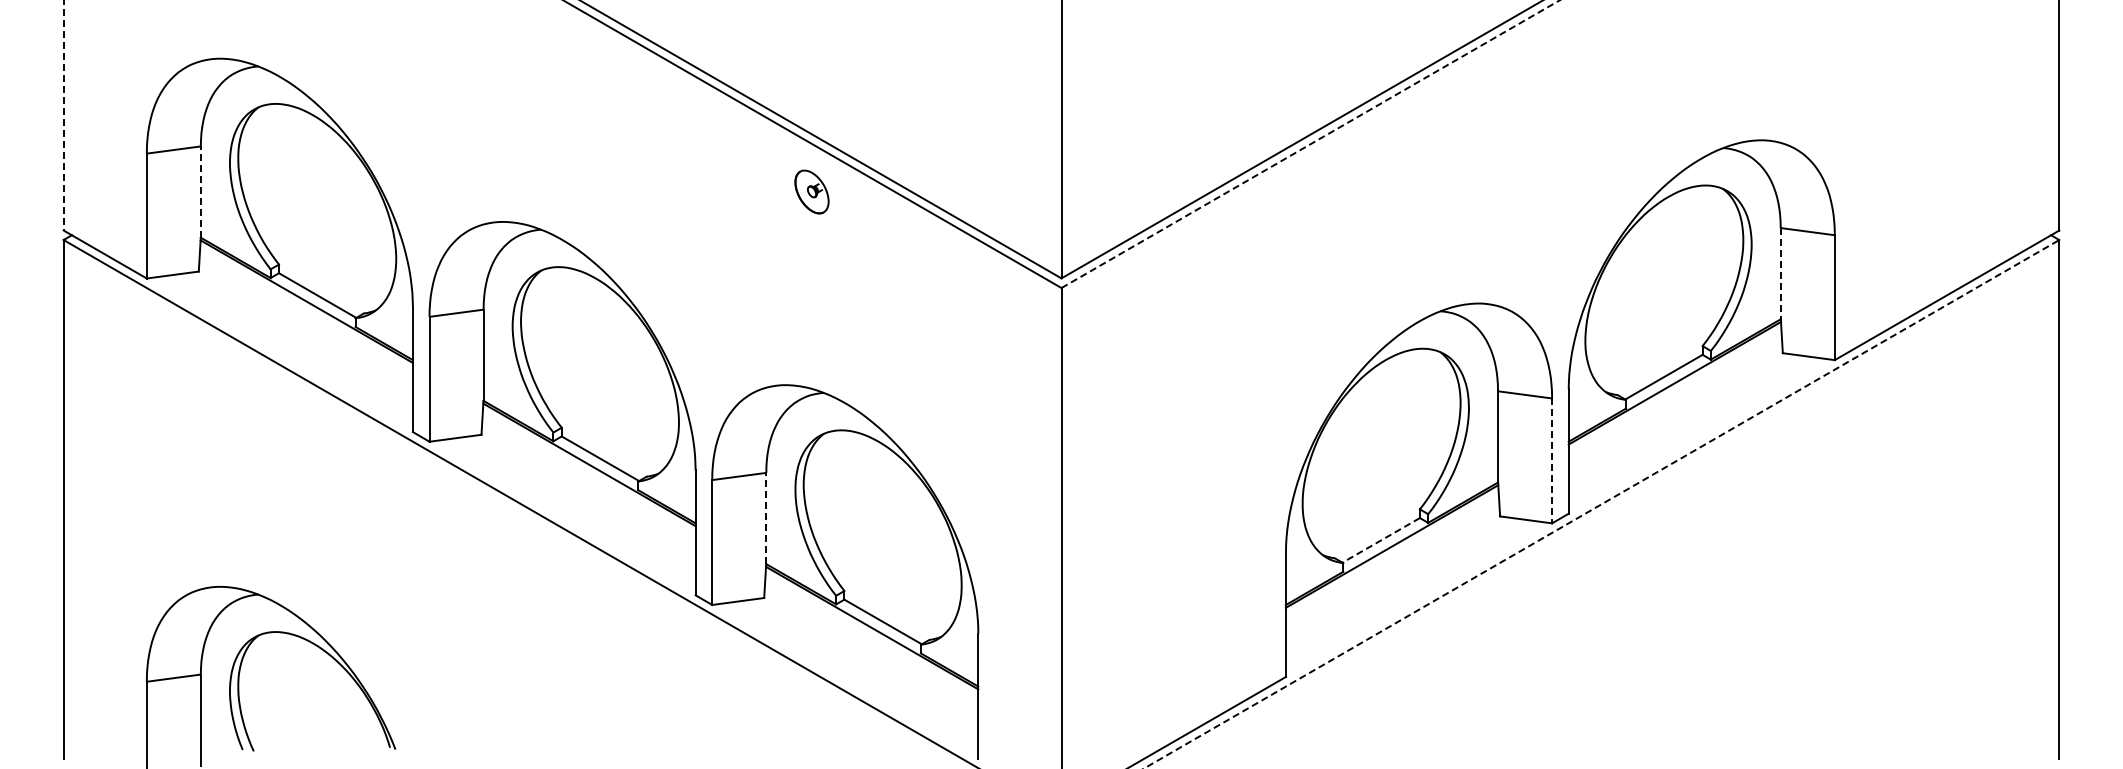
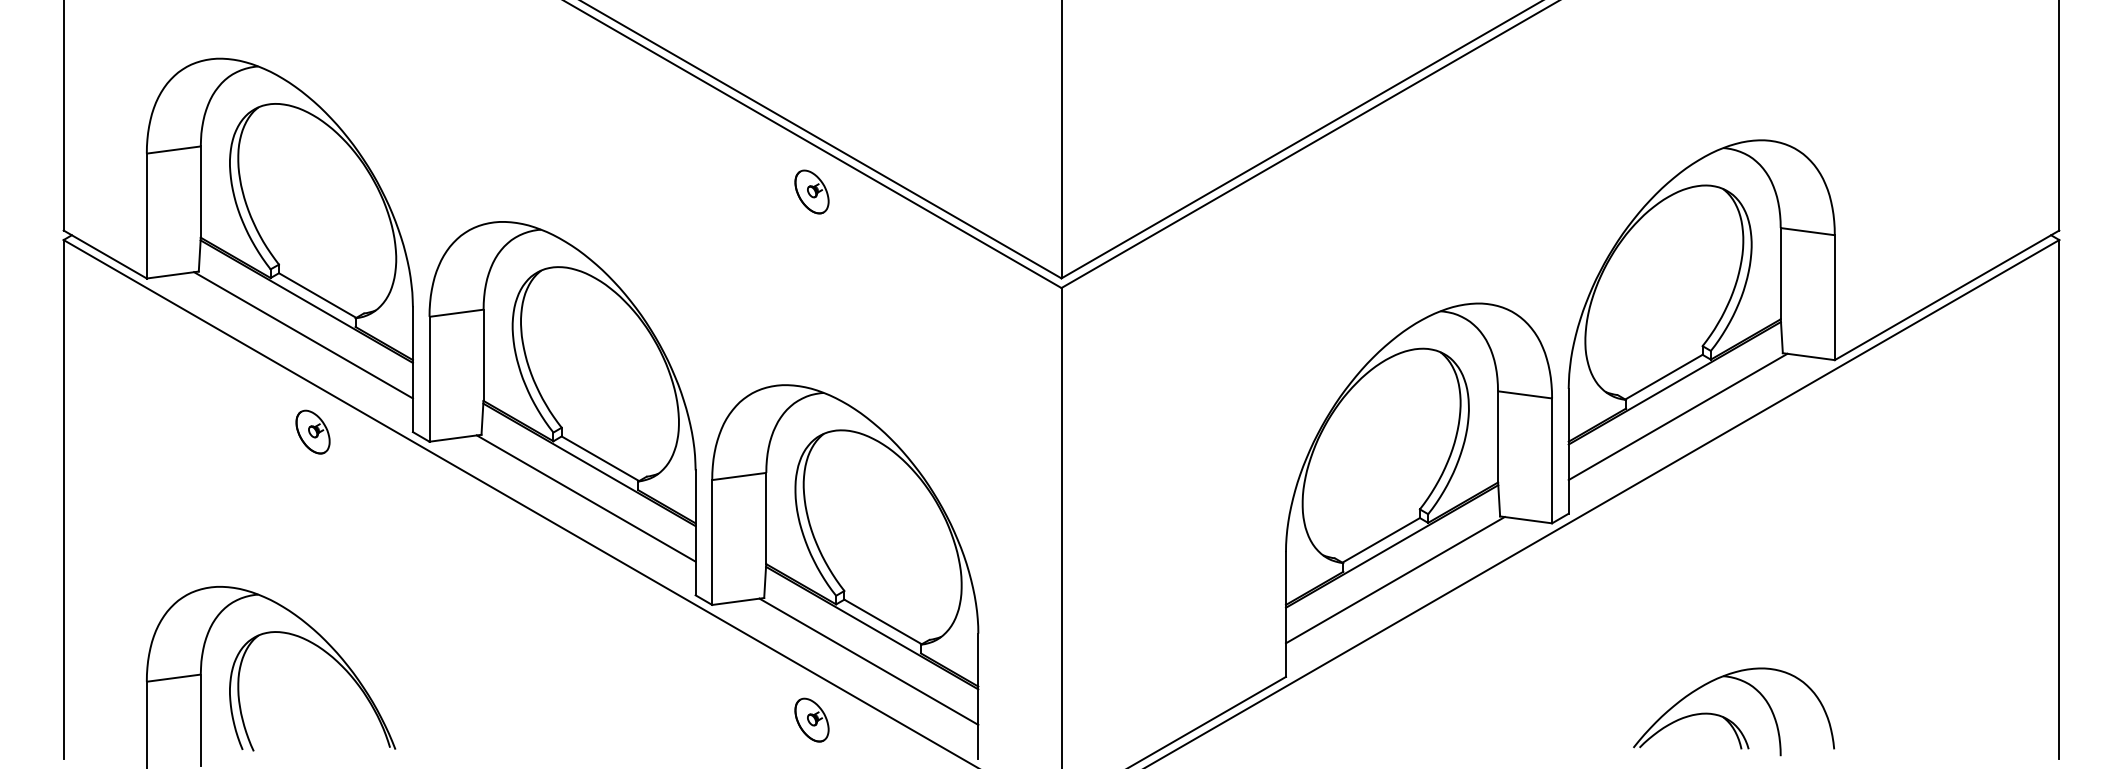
line at (63, 115): dashed -> solid
line at (1310, 144): dashed -> solid
line at (200, 192): dashed -> solid
line at (1780, 273): dashed -> solid
line at (303, 335): none -> present
line at (1677, 416): none -> present
part at (312, 431): none -> present
line at (1552, 461): dashed -> solid
line at (585, 498): none -> present
line at (1601, 504): dashed -> solid
line at (766, 518): dashed -> solid
line at (1381, 540): dashed -> solid
line at (1394, 580): none -> present
line at (868, 661): none -> present
part at (1728, 718): none -> present
part at (811, 719): none -> present
